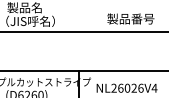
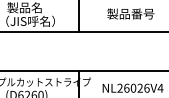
line at (79, 17): none -> present
text at (130, 18) position: (130, 18) -> (130, 13)
text at (126, 87) position: (126, 87) -> (132, 87)
